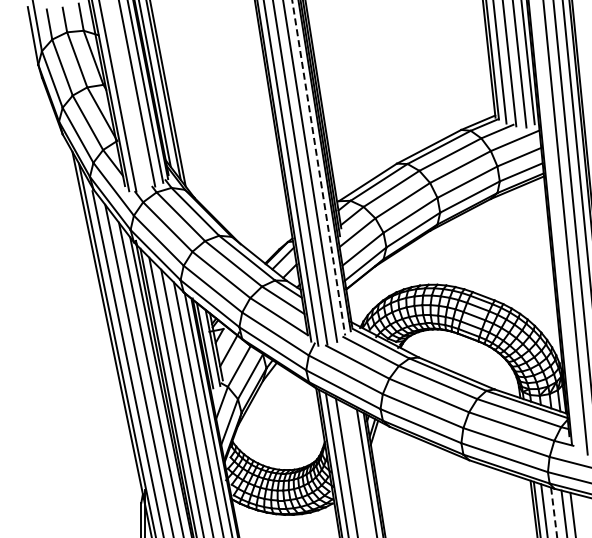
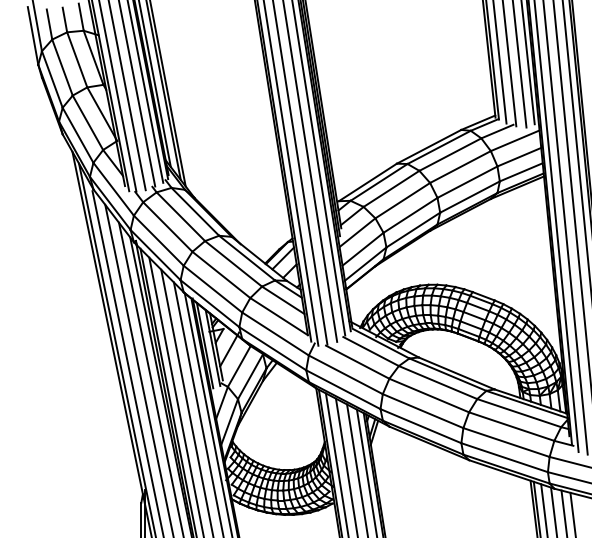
line at (127, 96): none -> present
line at (318, 168): dashed -> solid
line at (556, 227): none -> present
line at (357, 469): none -> present
line at (554, 513): dashed -> solid
